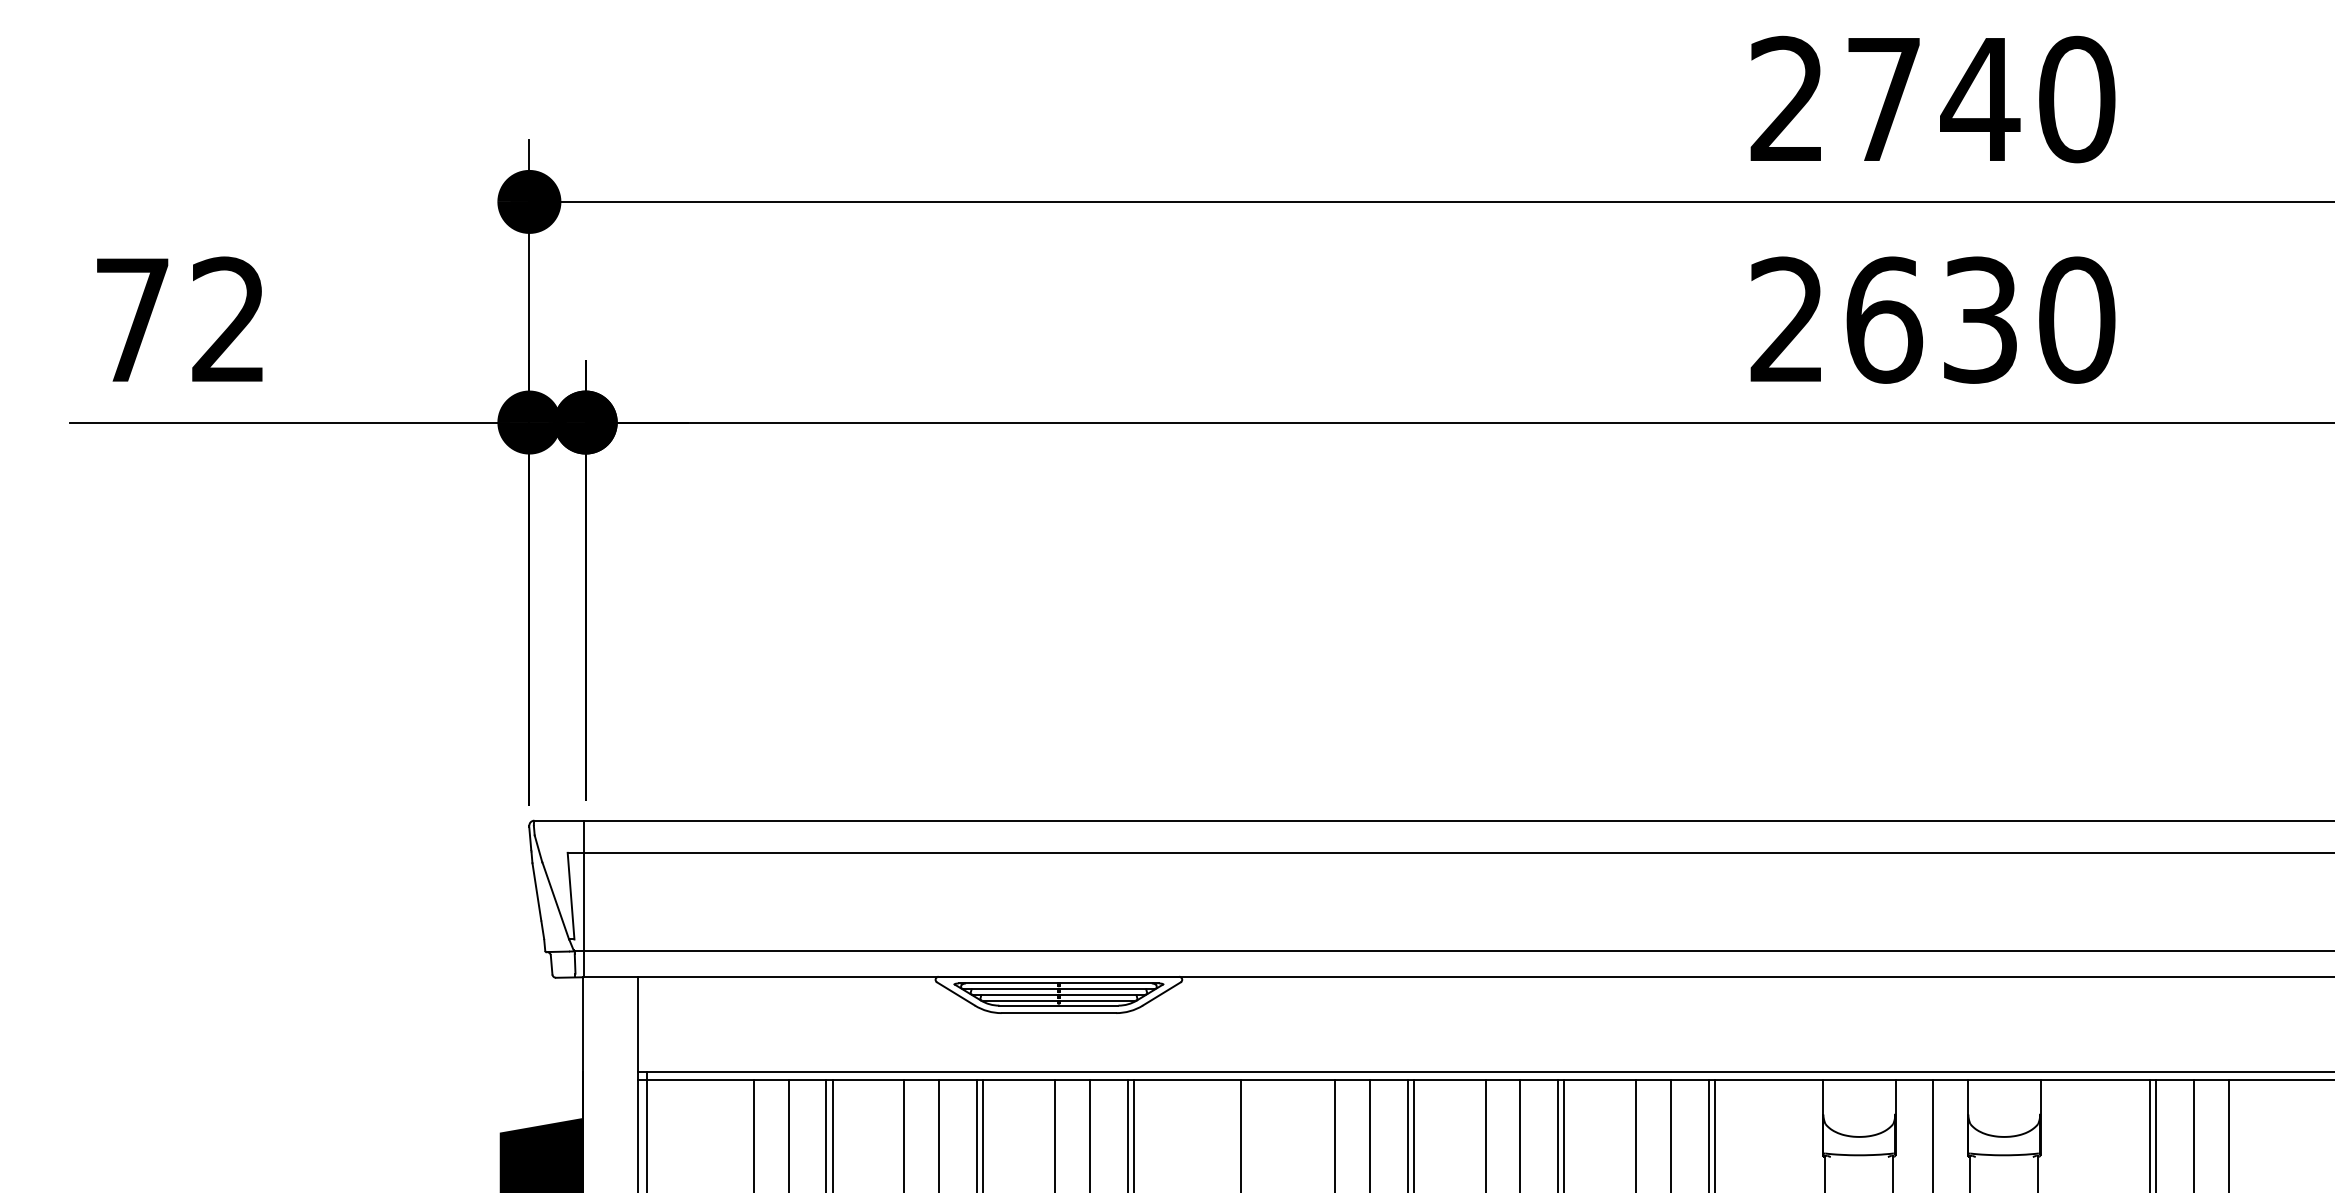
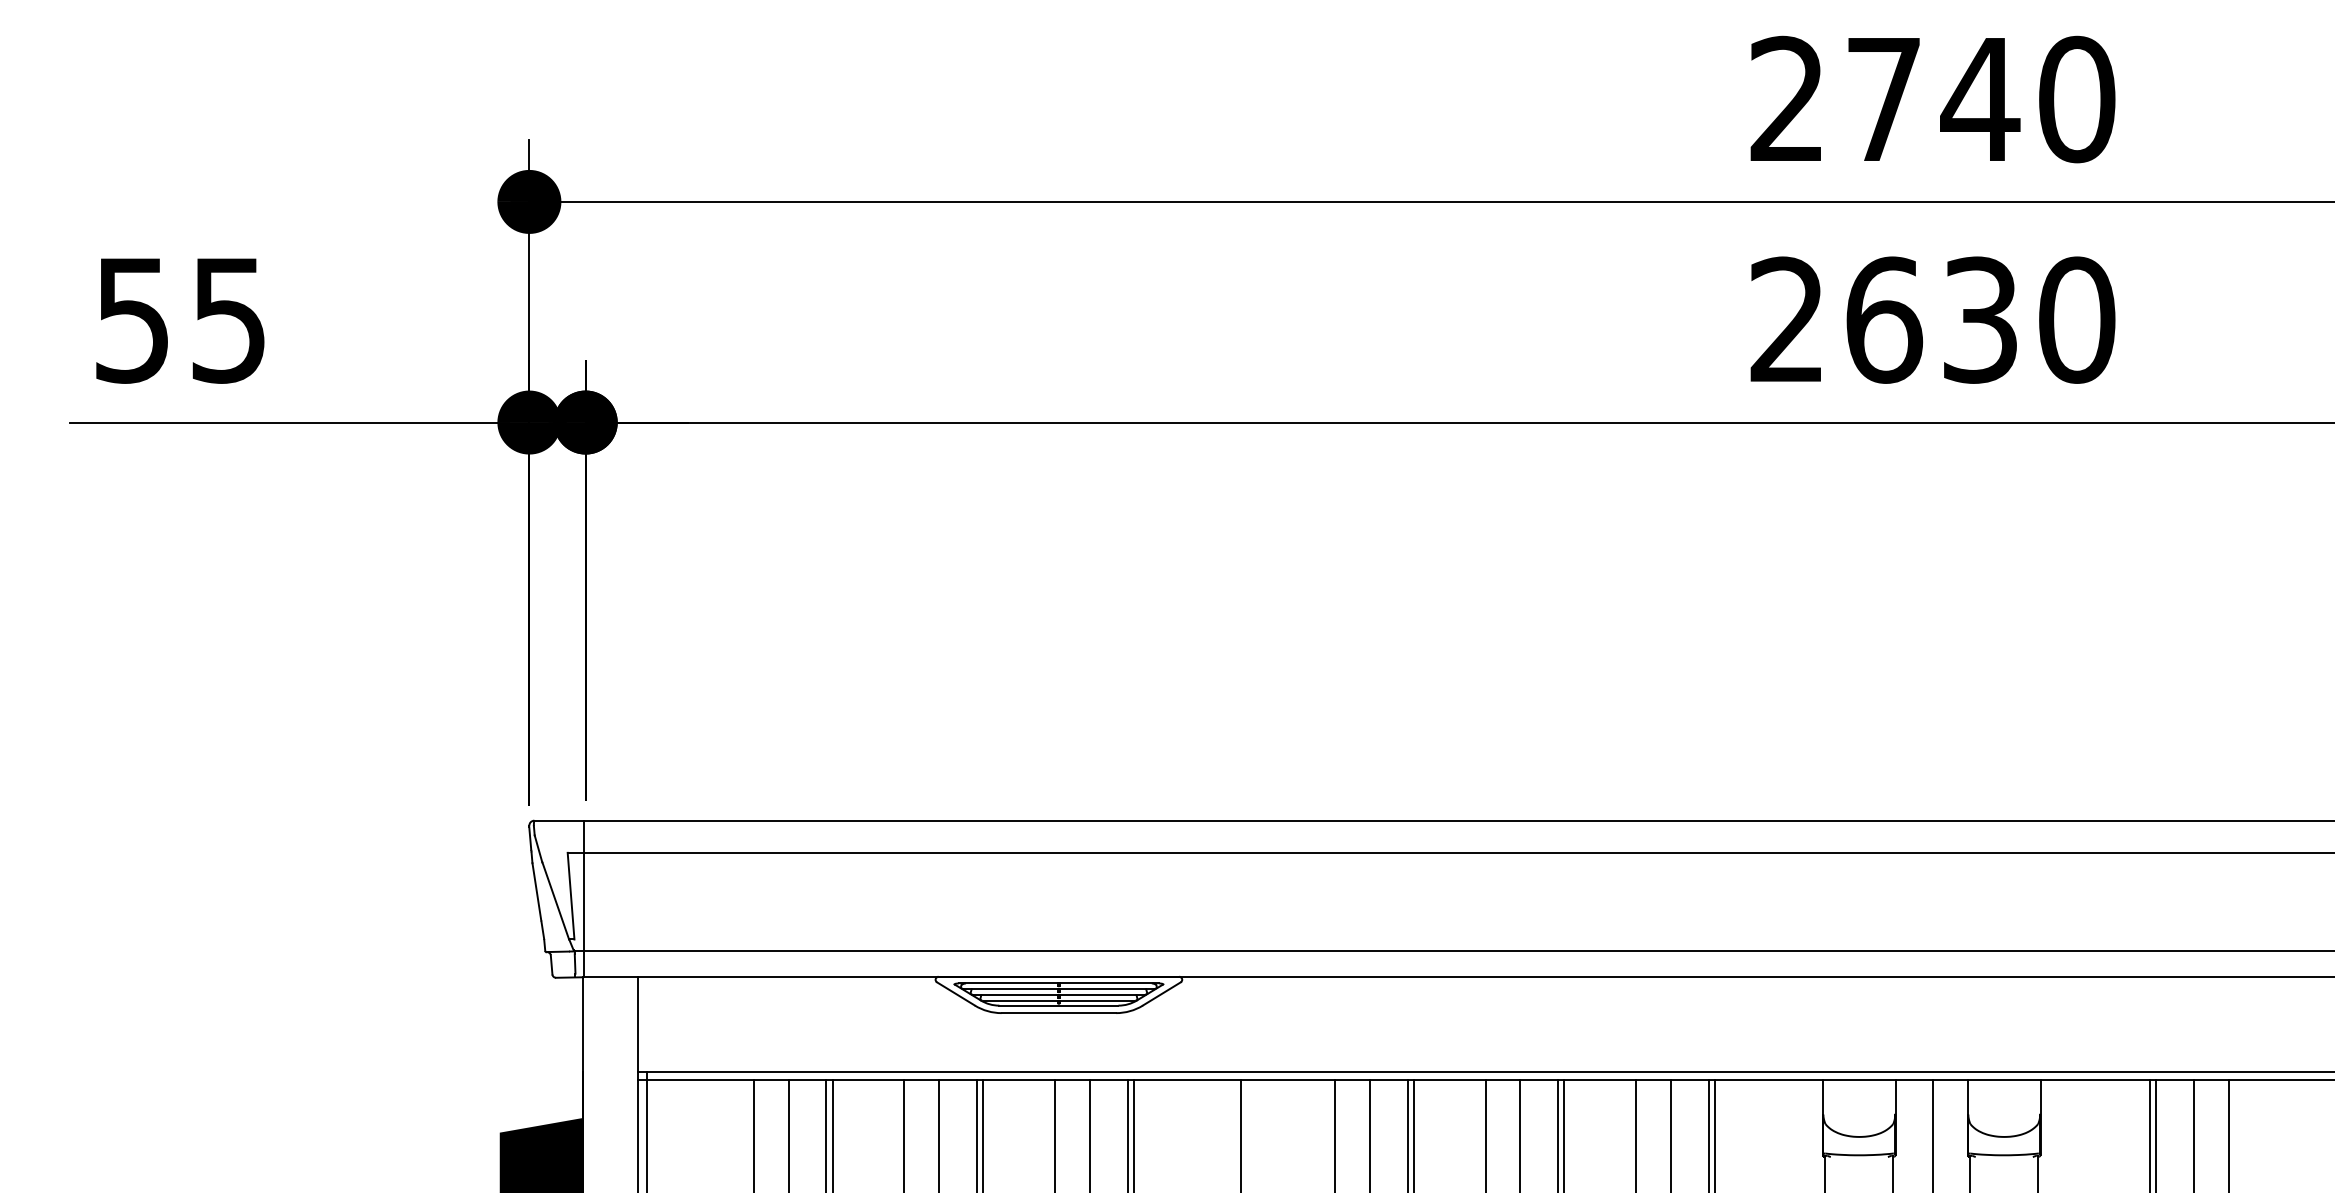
text at (180, 319): 72 -> 55
